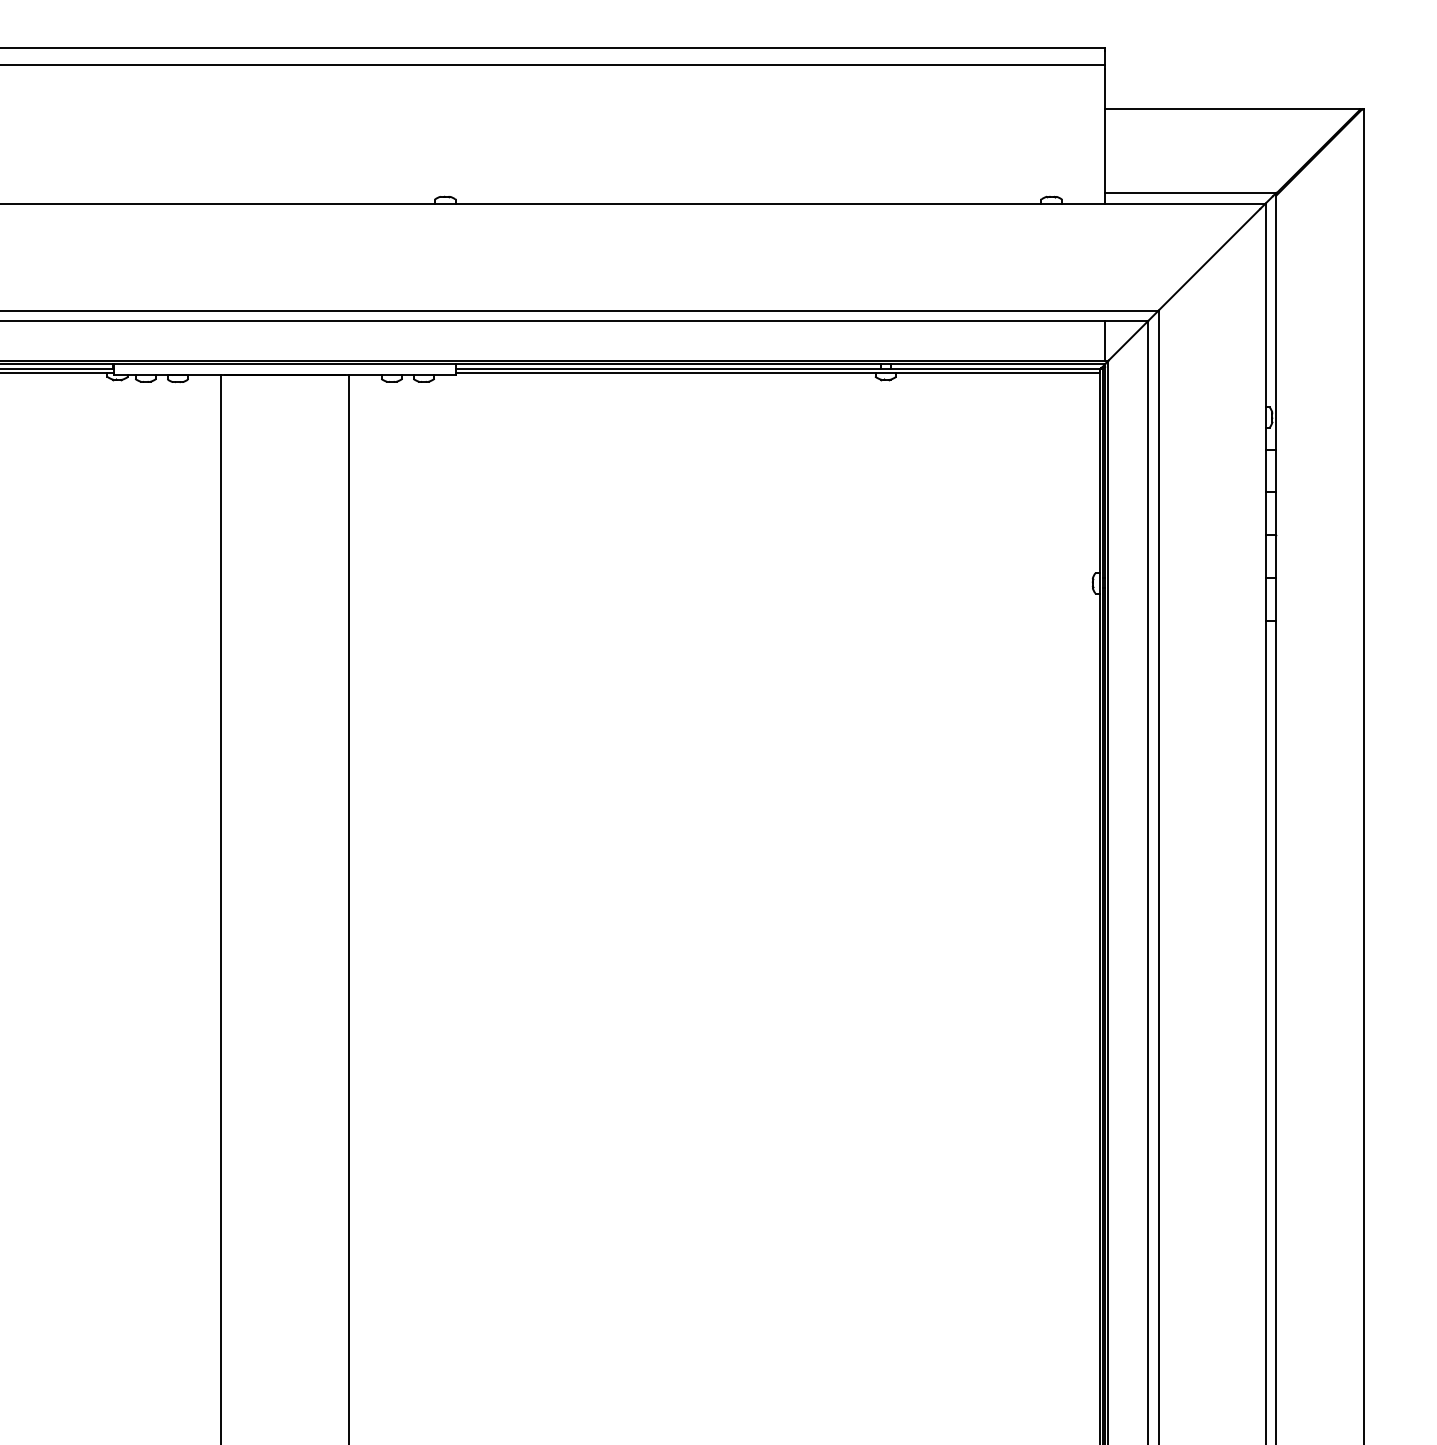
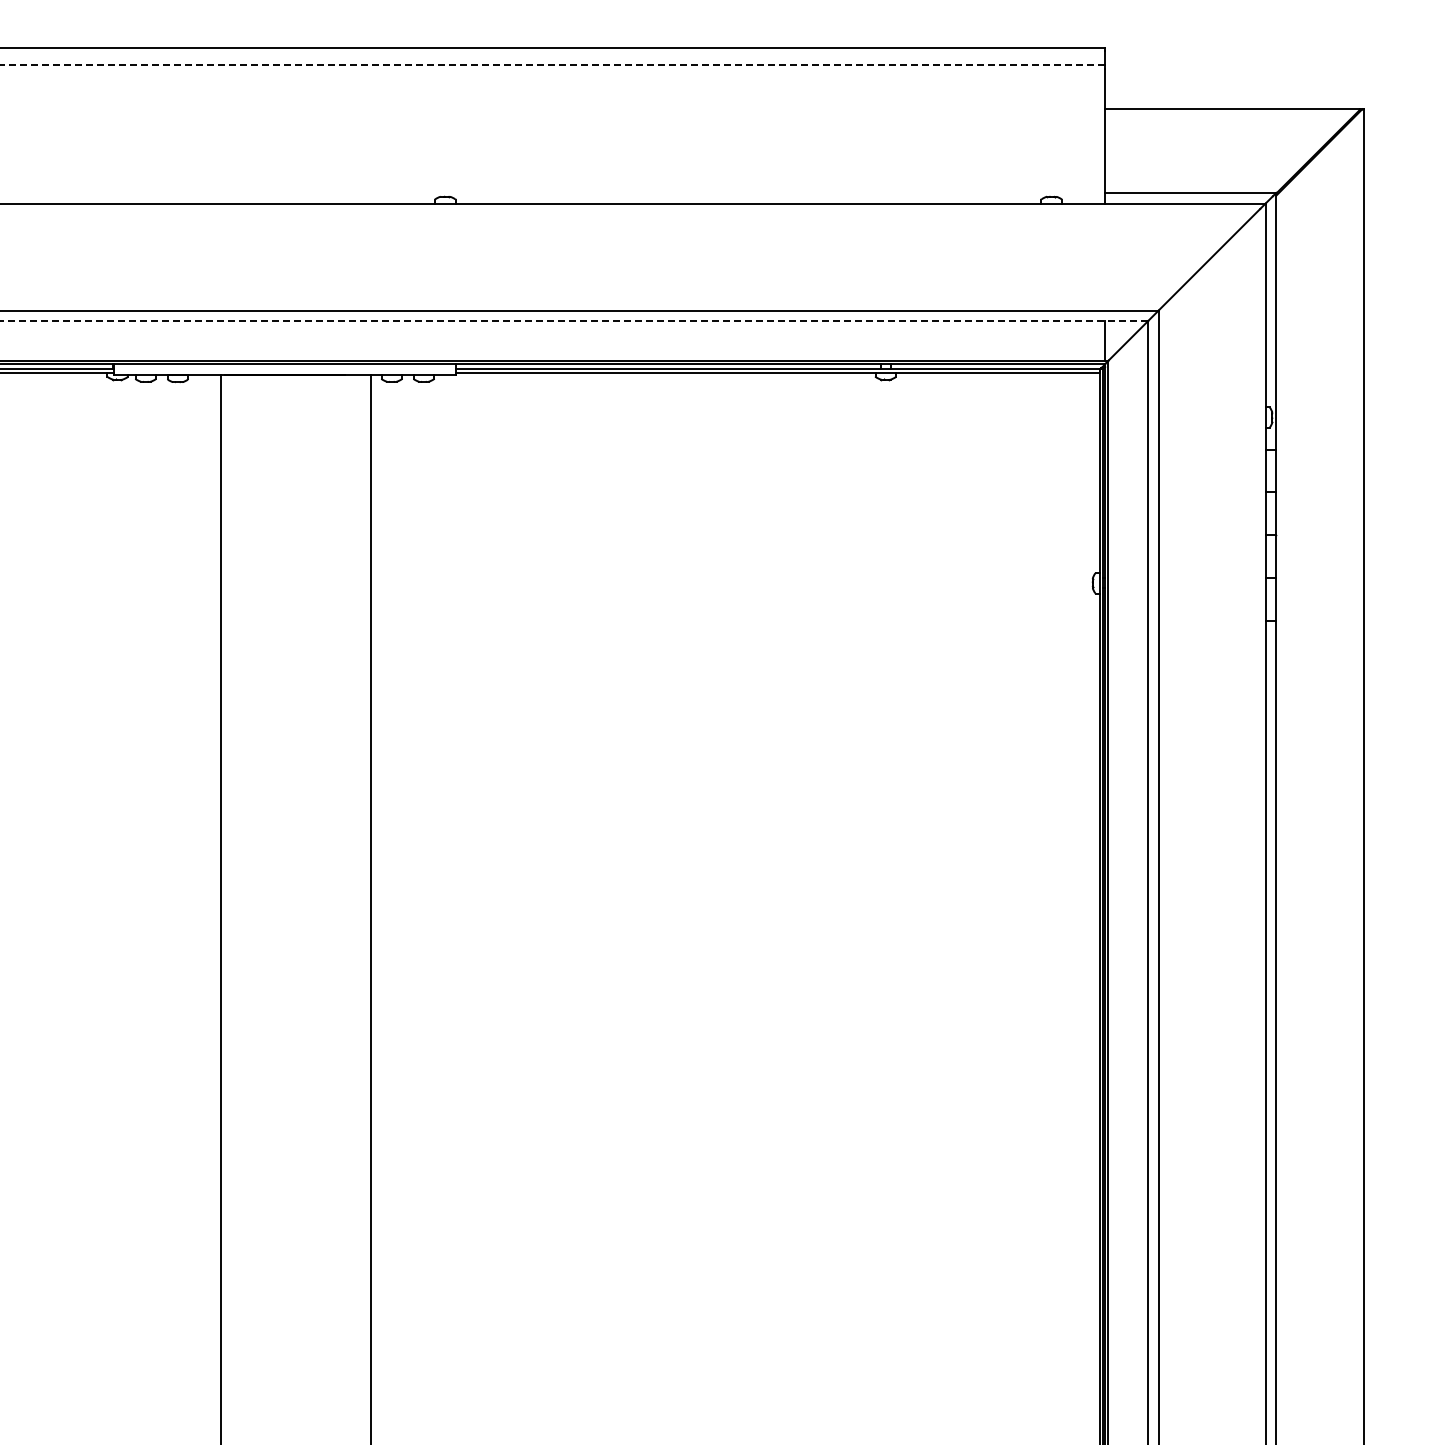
line at (552, 64): solid -> dashed
line at (574, 321): solid -> dashed
line at (349, 907) position: (349, 907) -> (371, 907)
